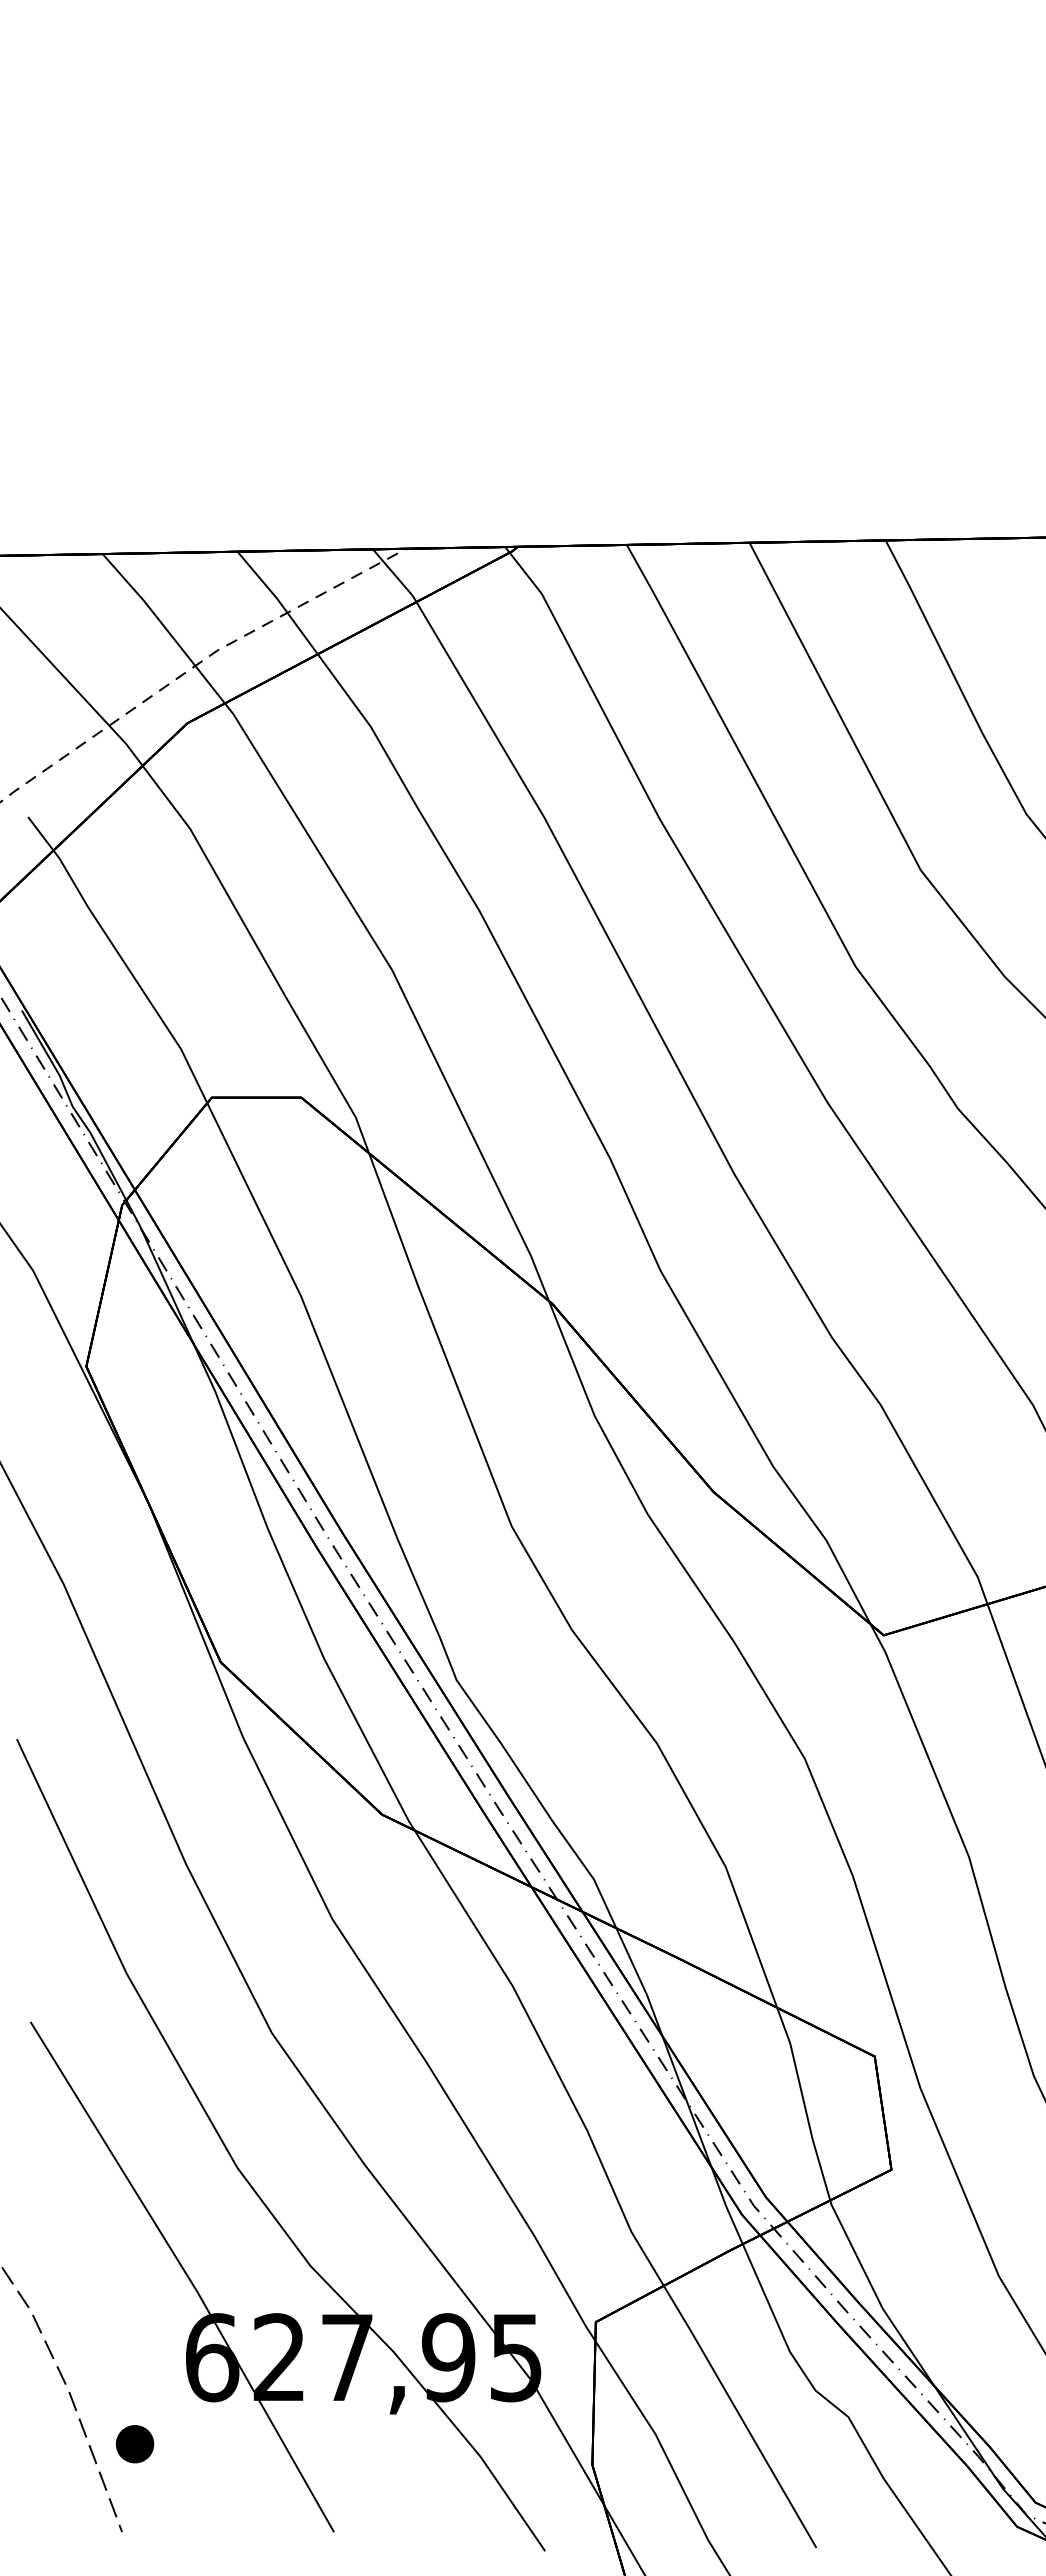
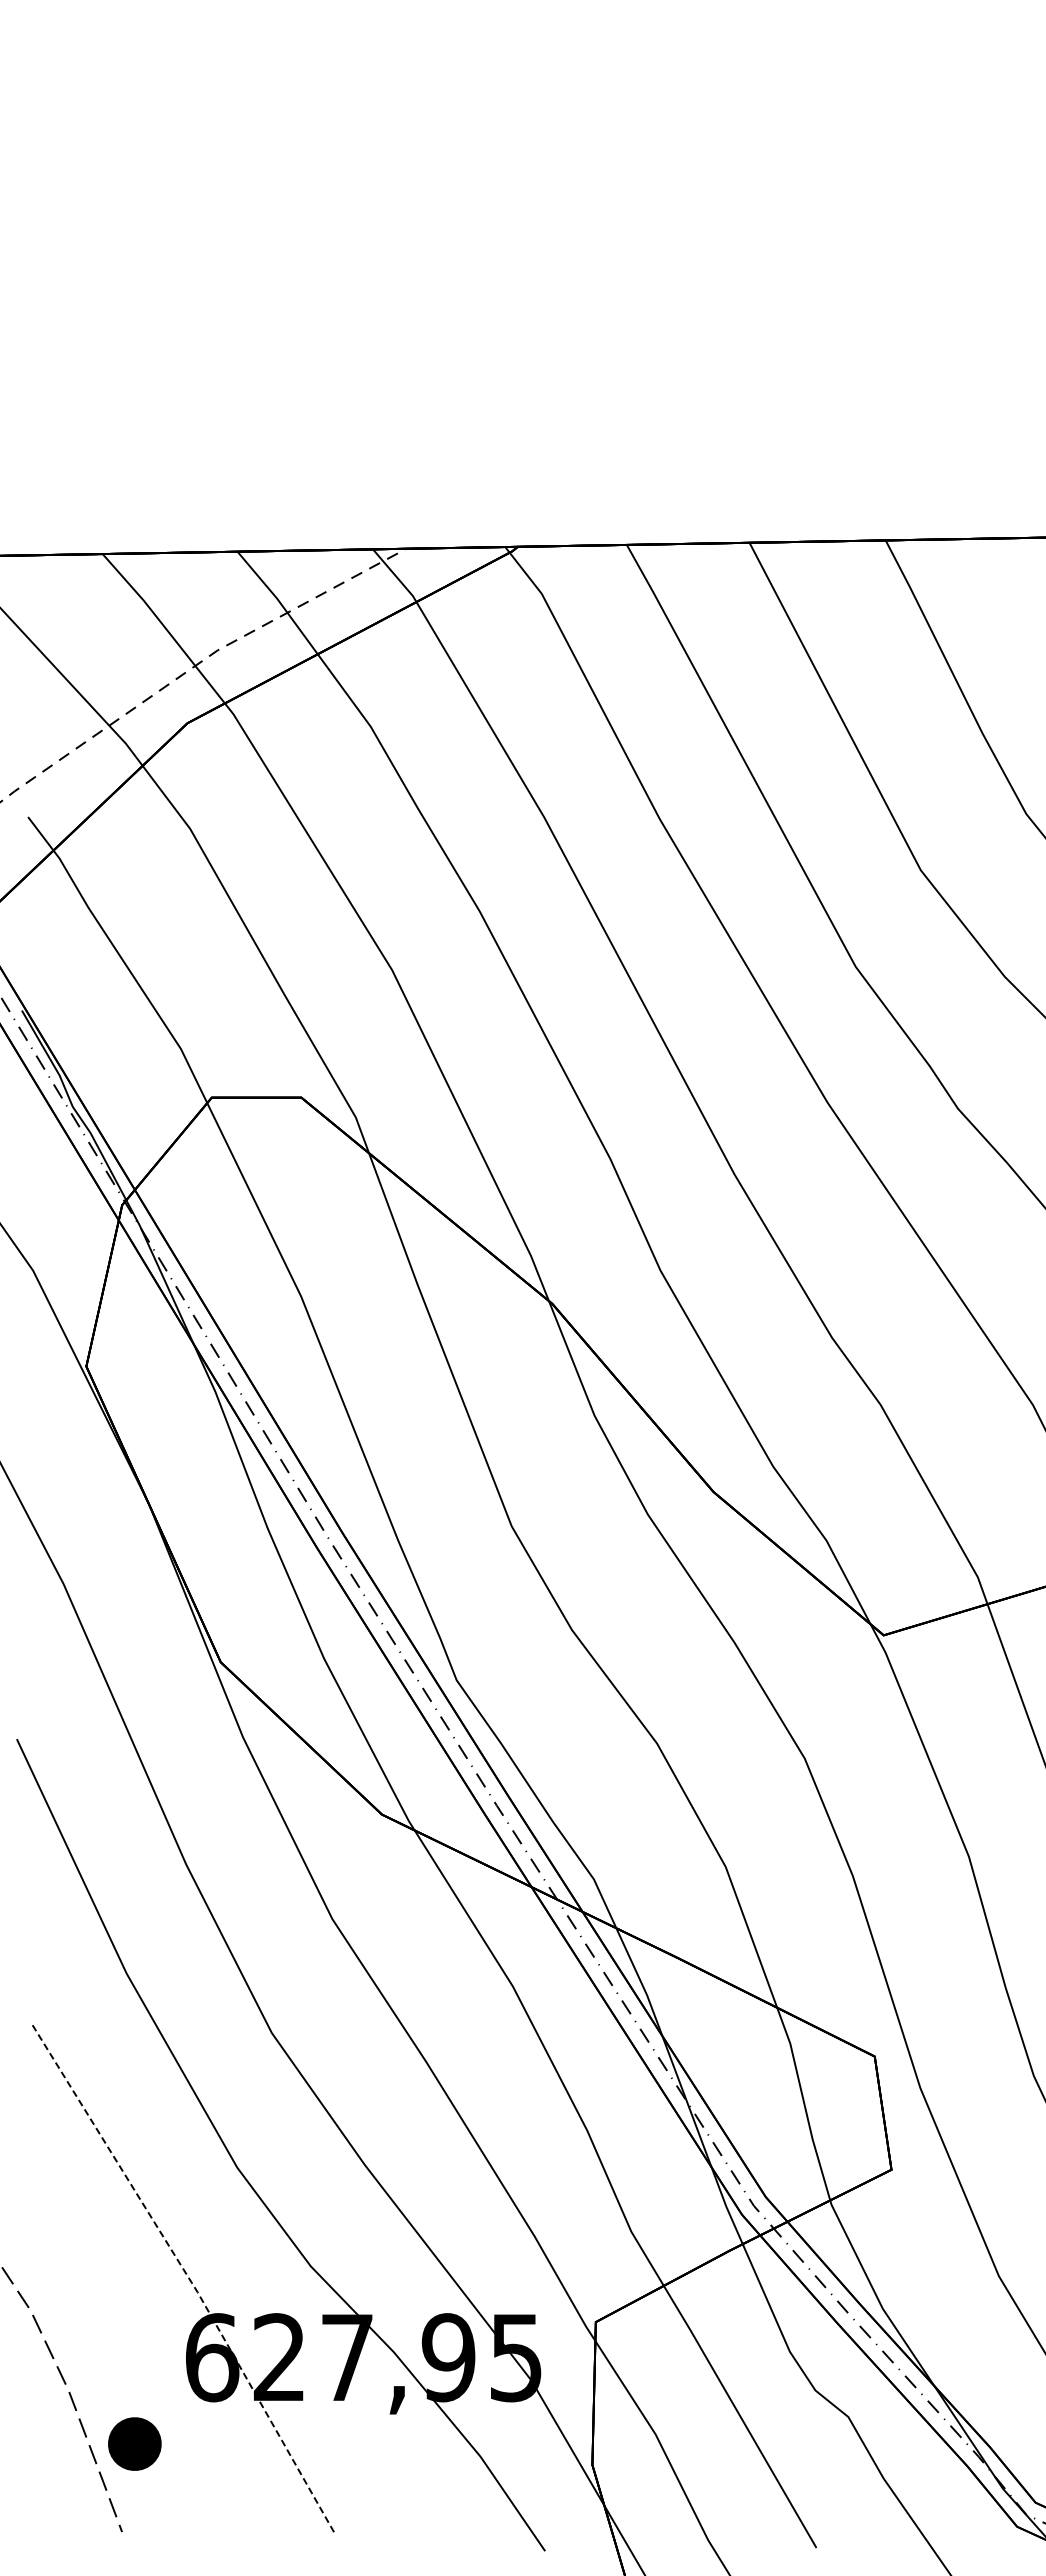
line at (187, 2275): solid -> dashed
part at (135, 2444) size: 39x39 px -> 54x54 px
